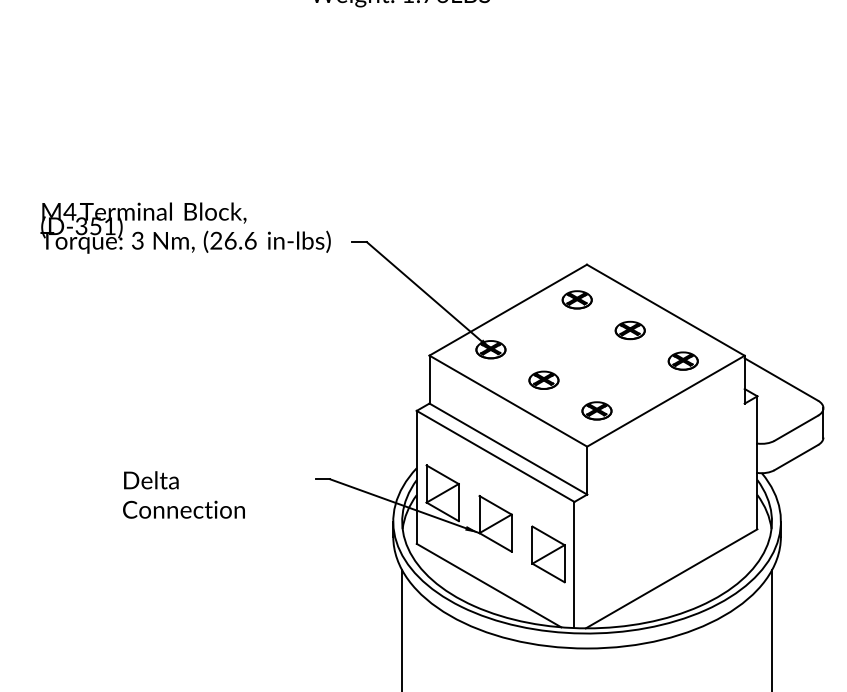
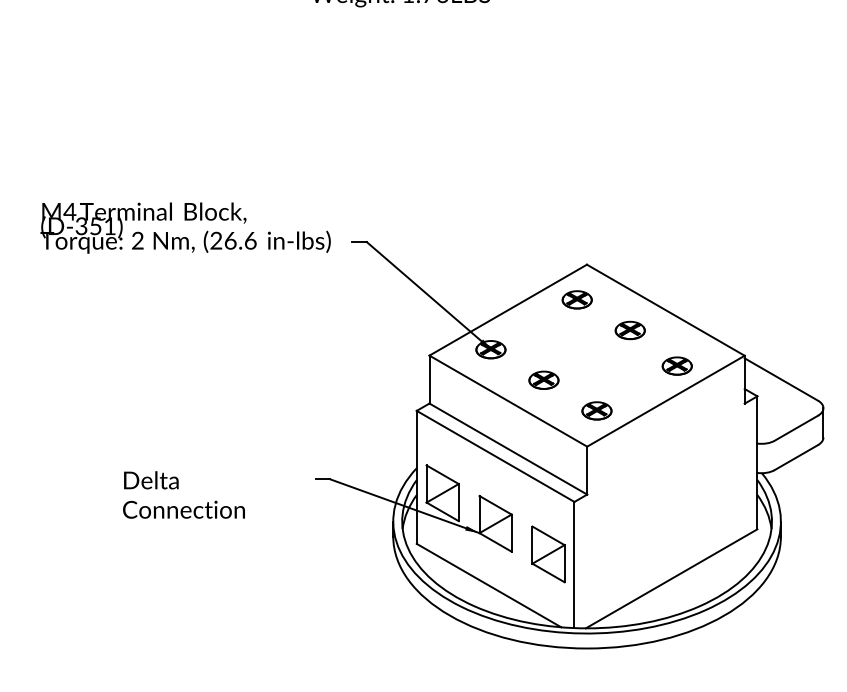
text at (137, 243): 3 -> 2
part at (682, 360) position: (682, 360) -> (676, 365)
line at (402, 629): present -> none
line at (771, 629): present -> none
